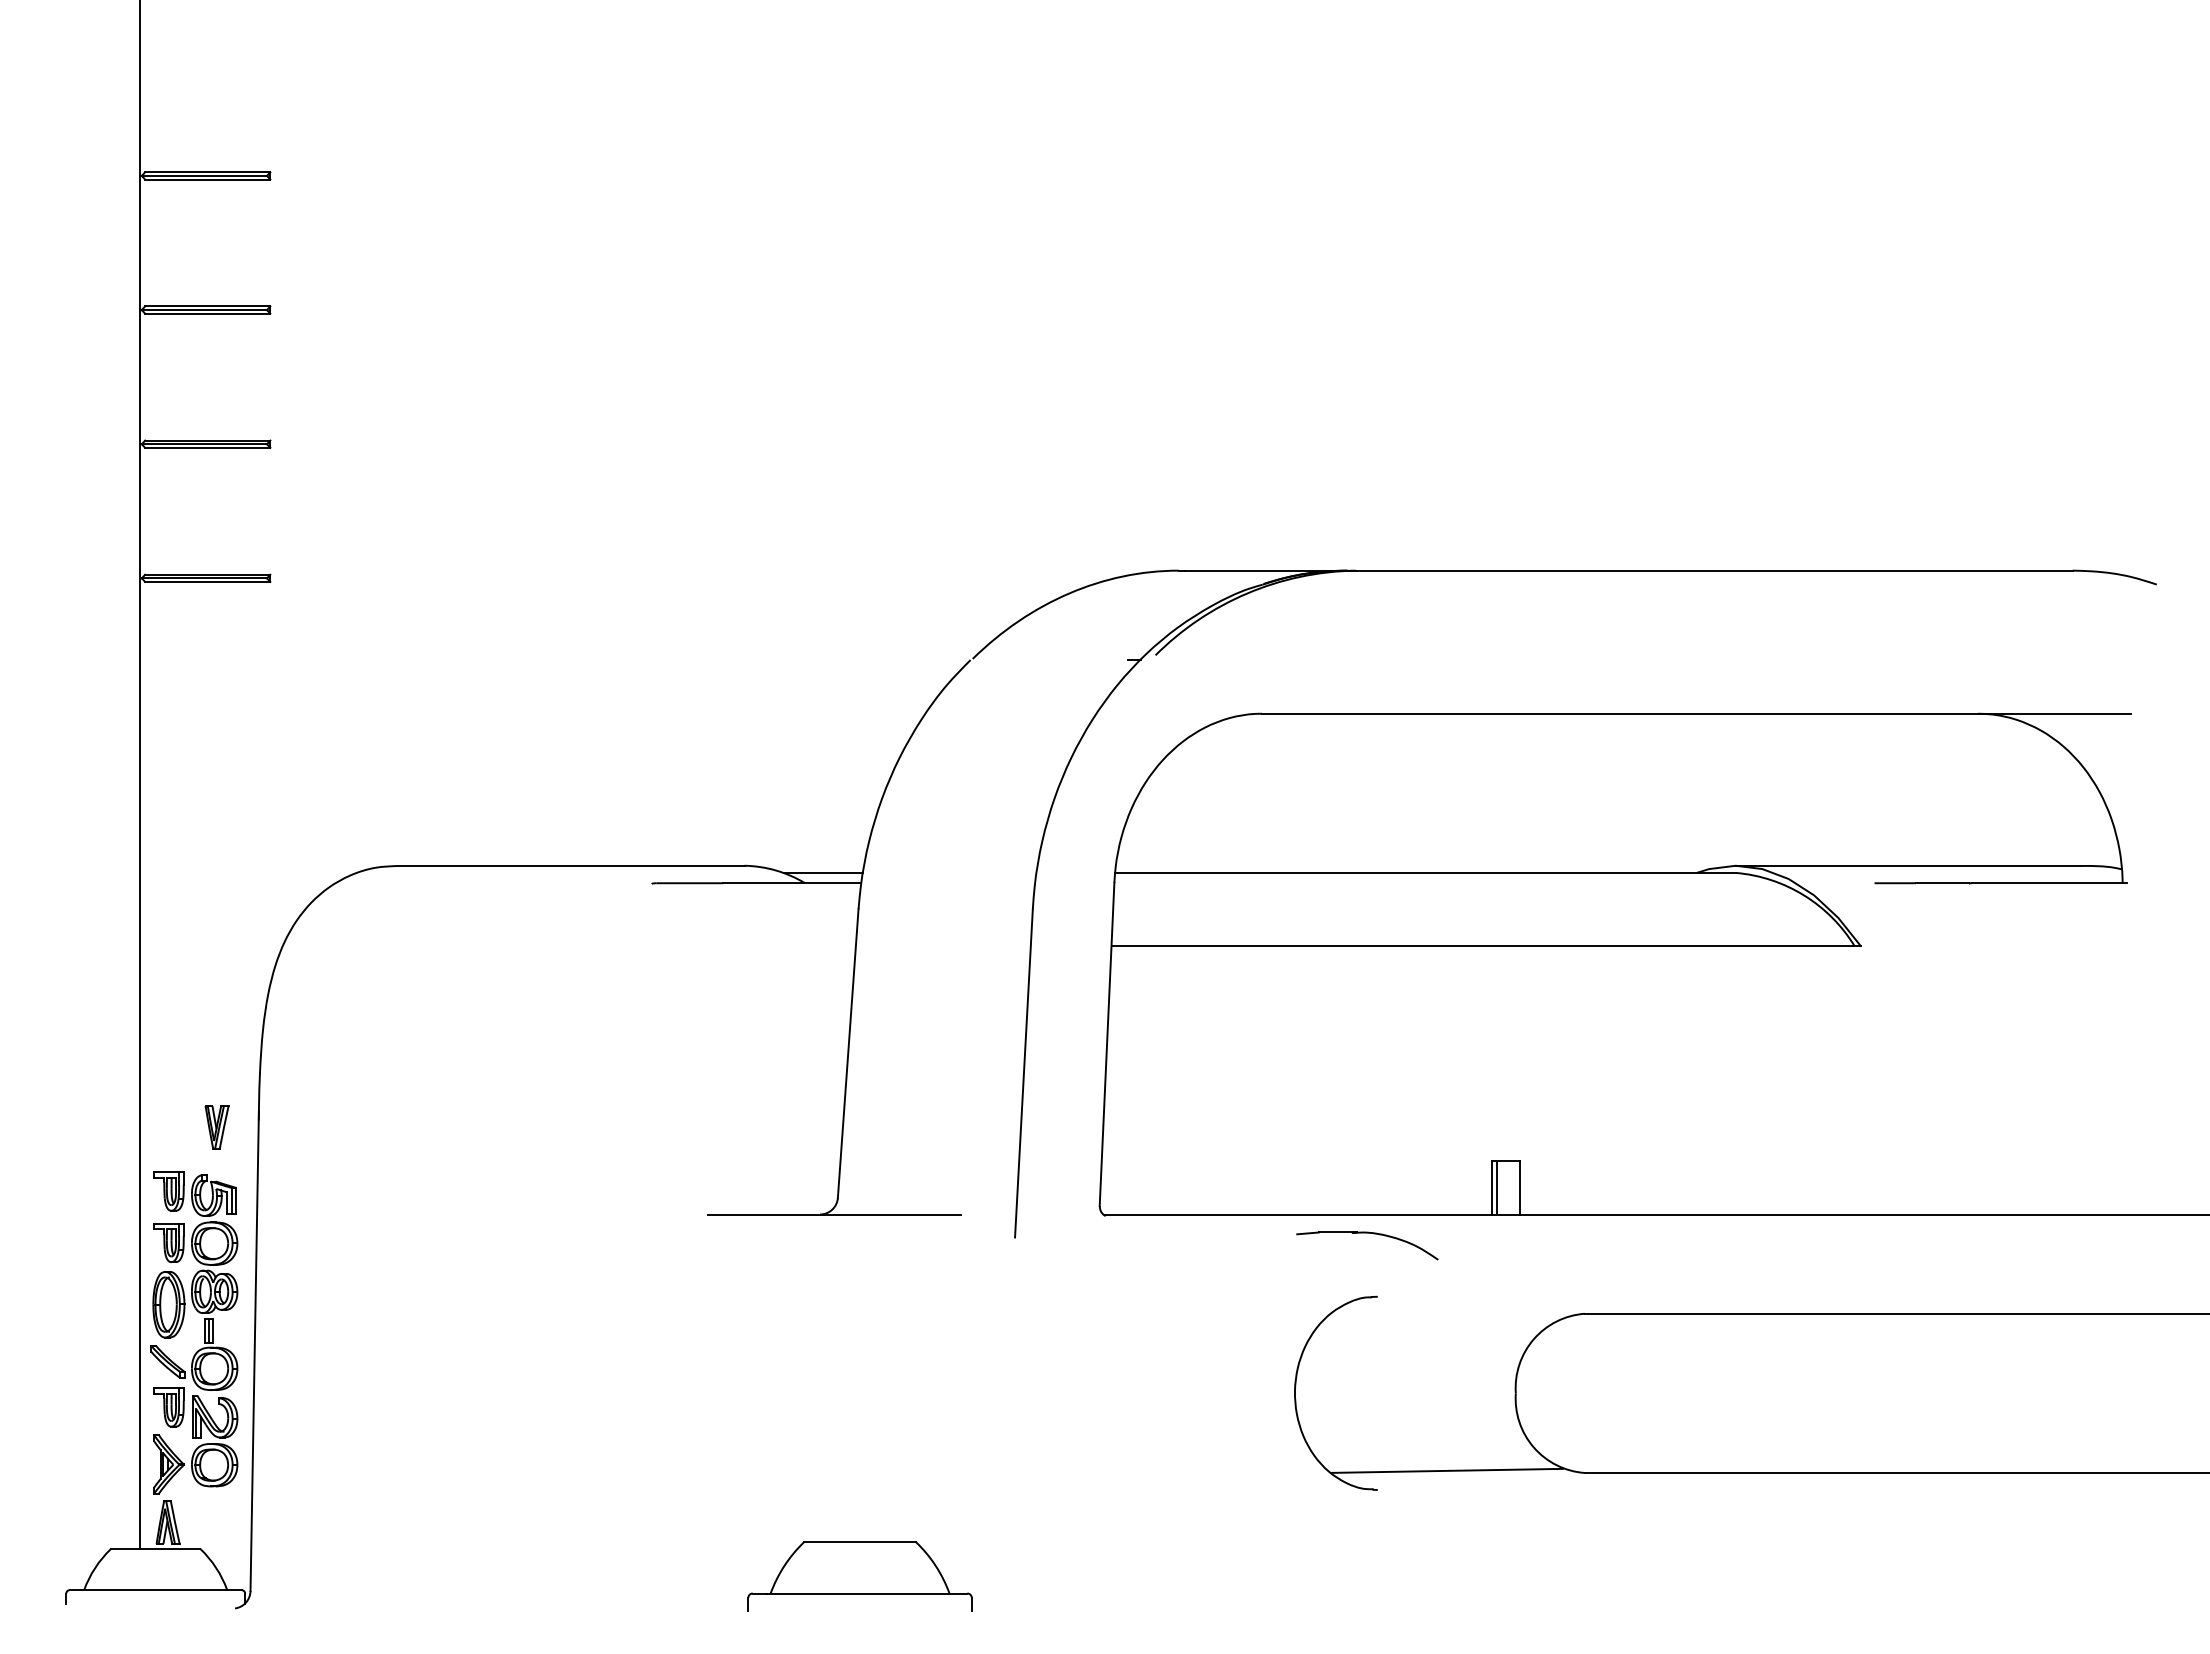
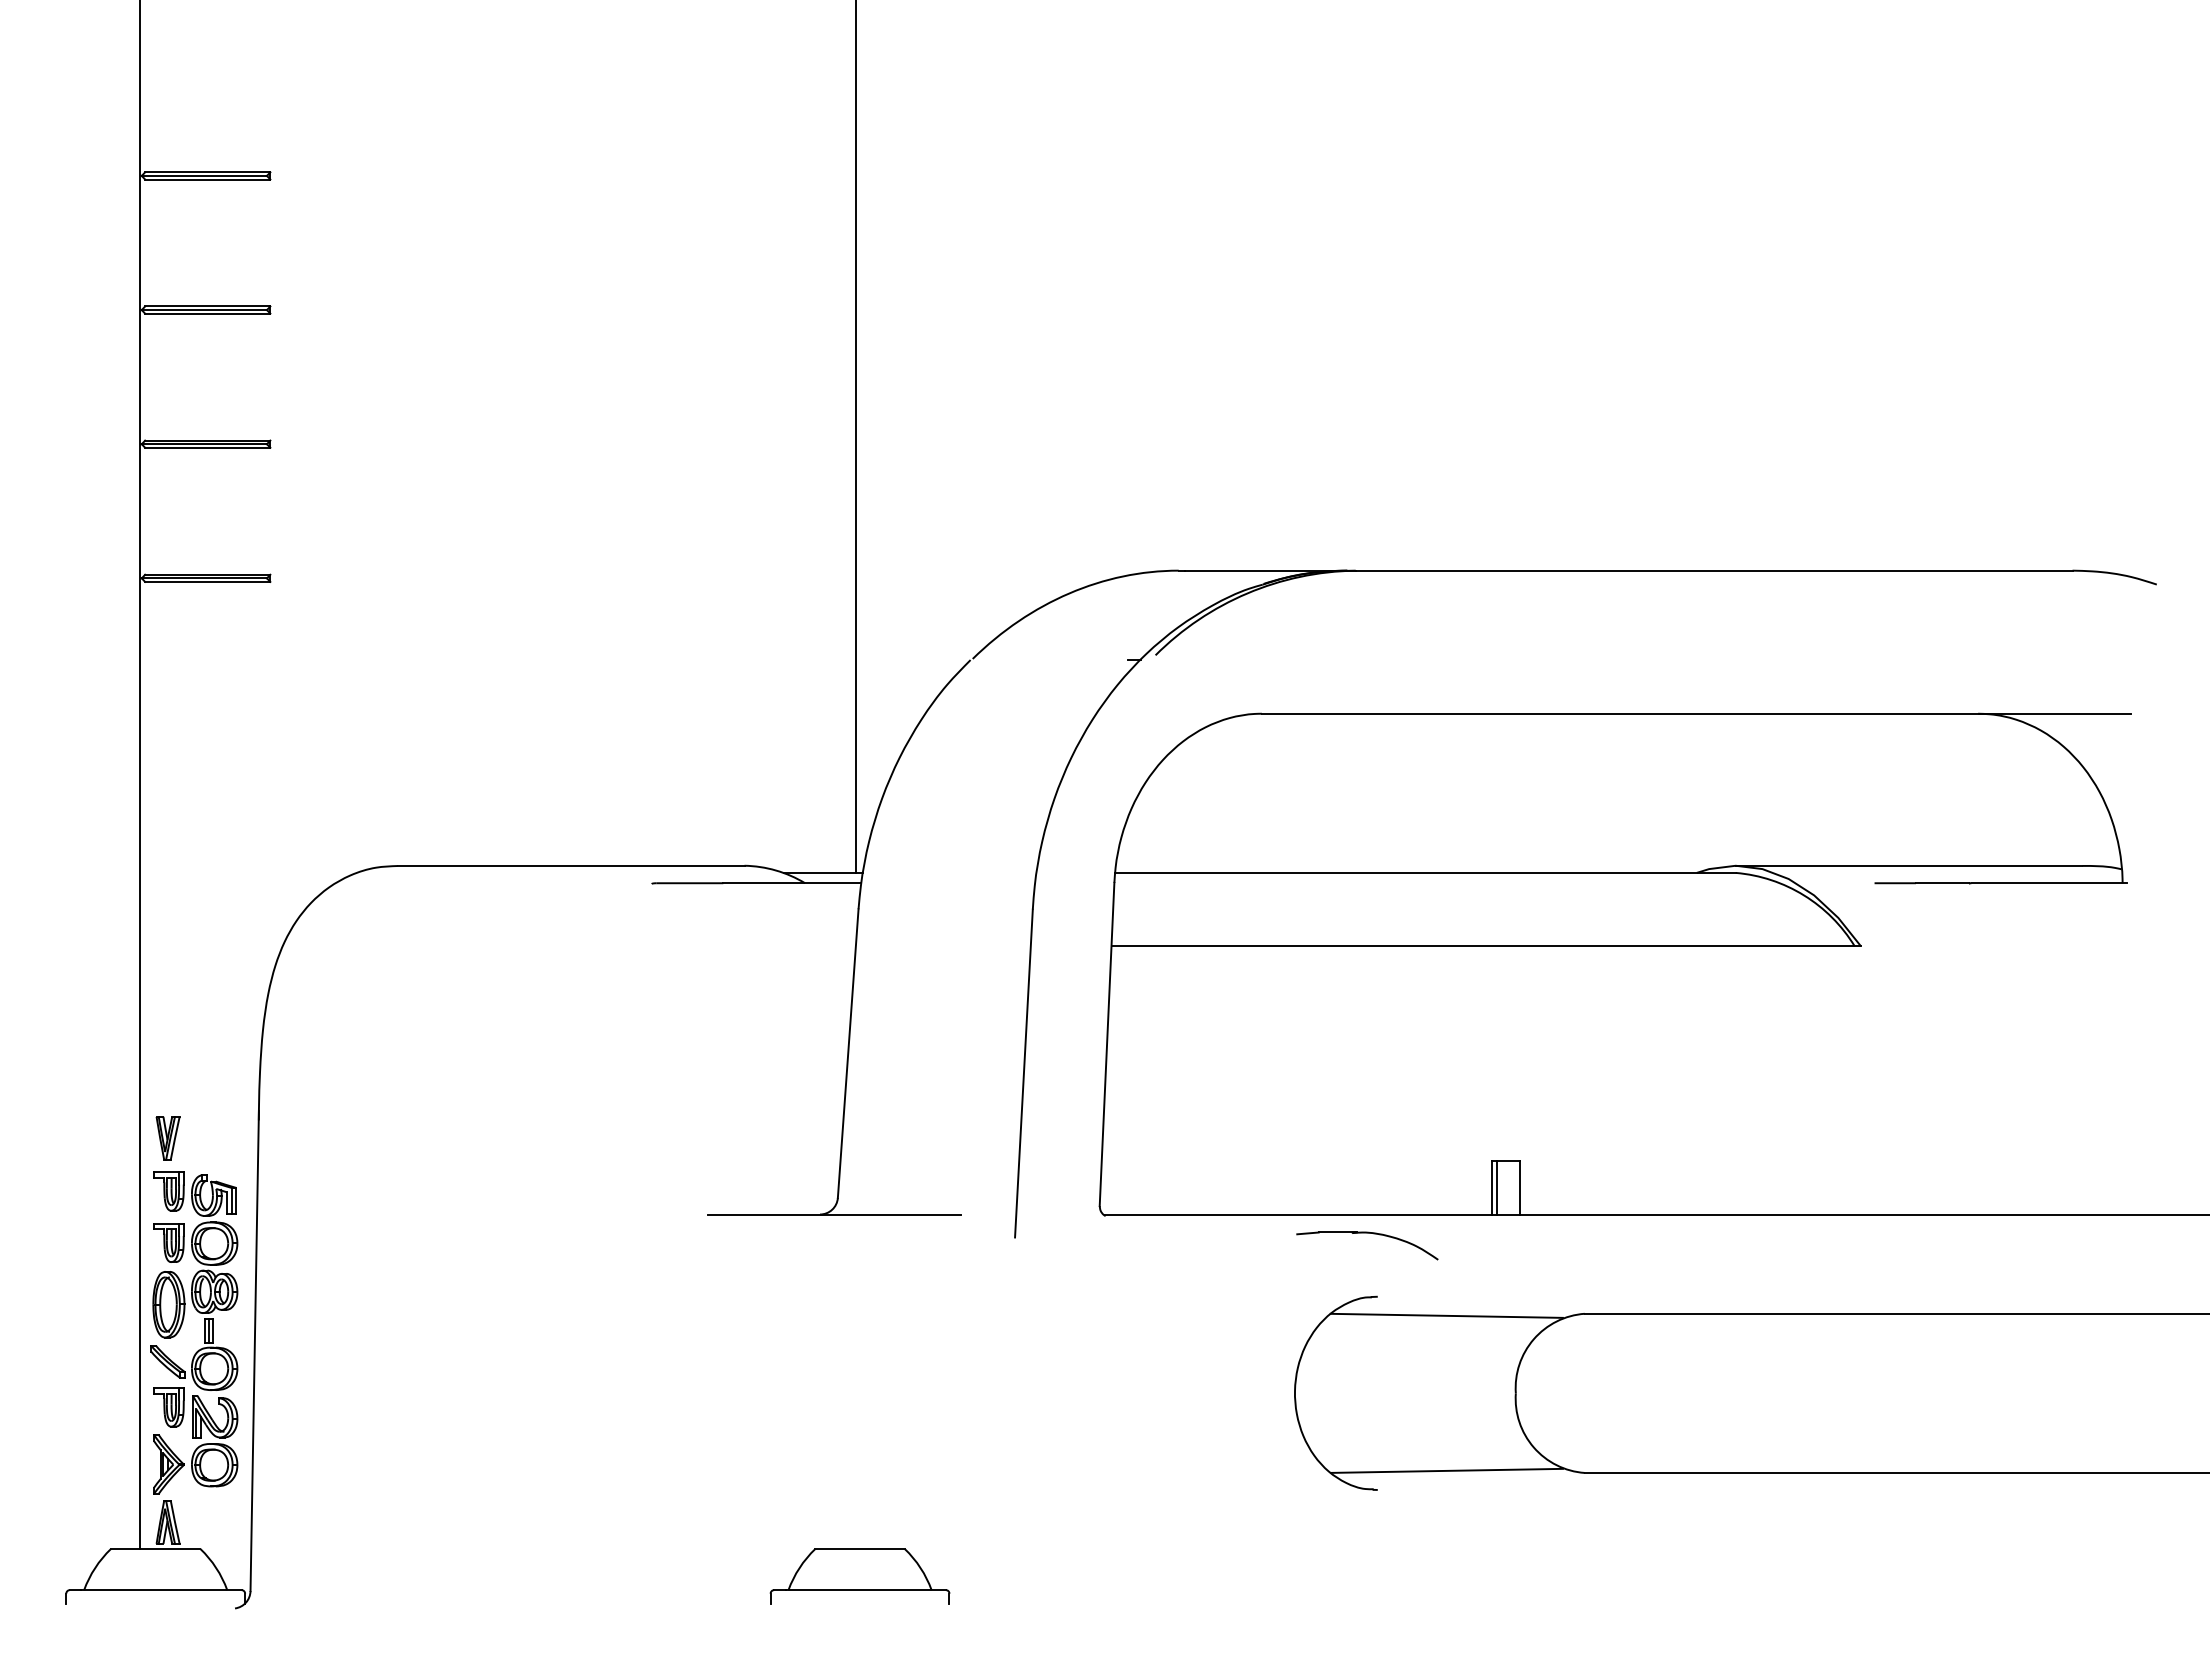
line at (855, 437): none -> present
part at (216, 1127) position: (216, 1127) -> (167, 1138)
line at (1446, 1315): none -> present
part at (859, 1576) size: 226x71 px -> 182x57 px
